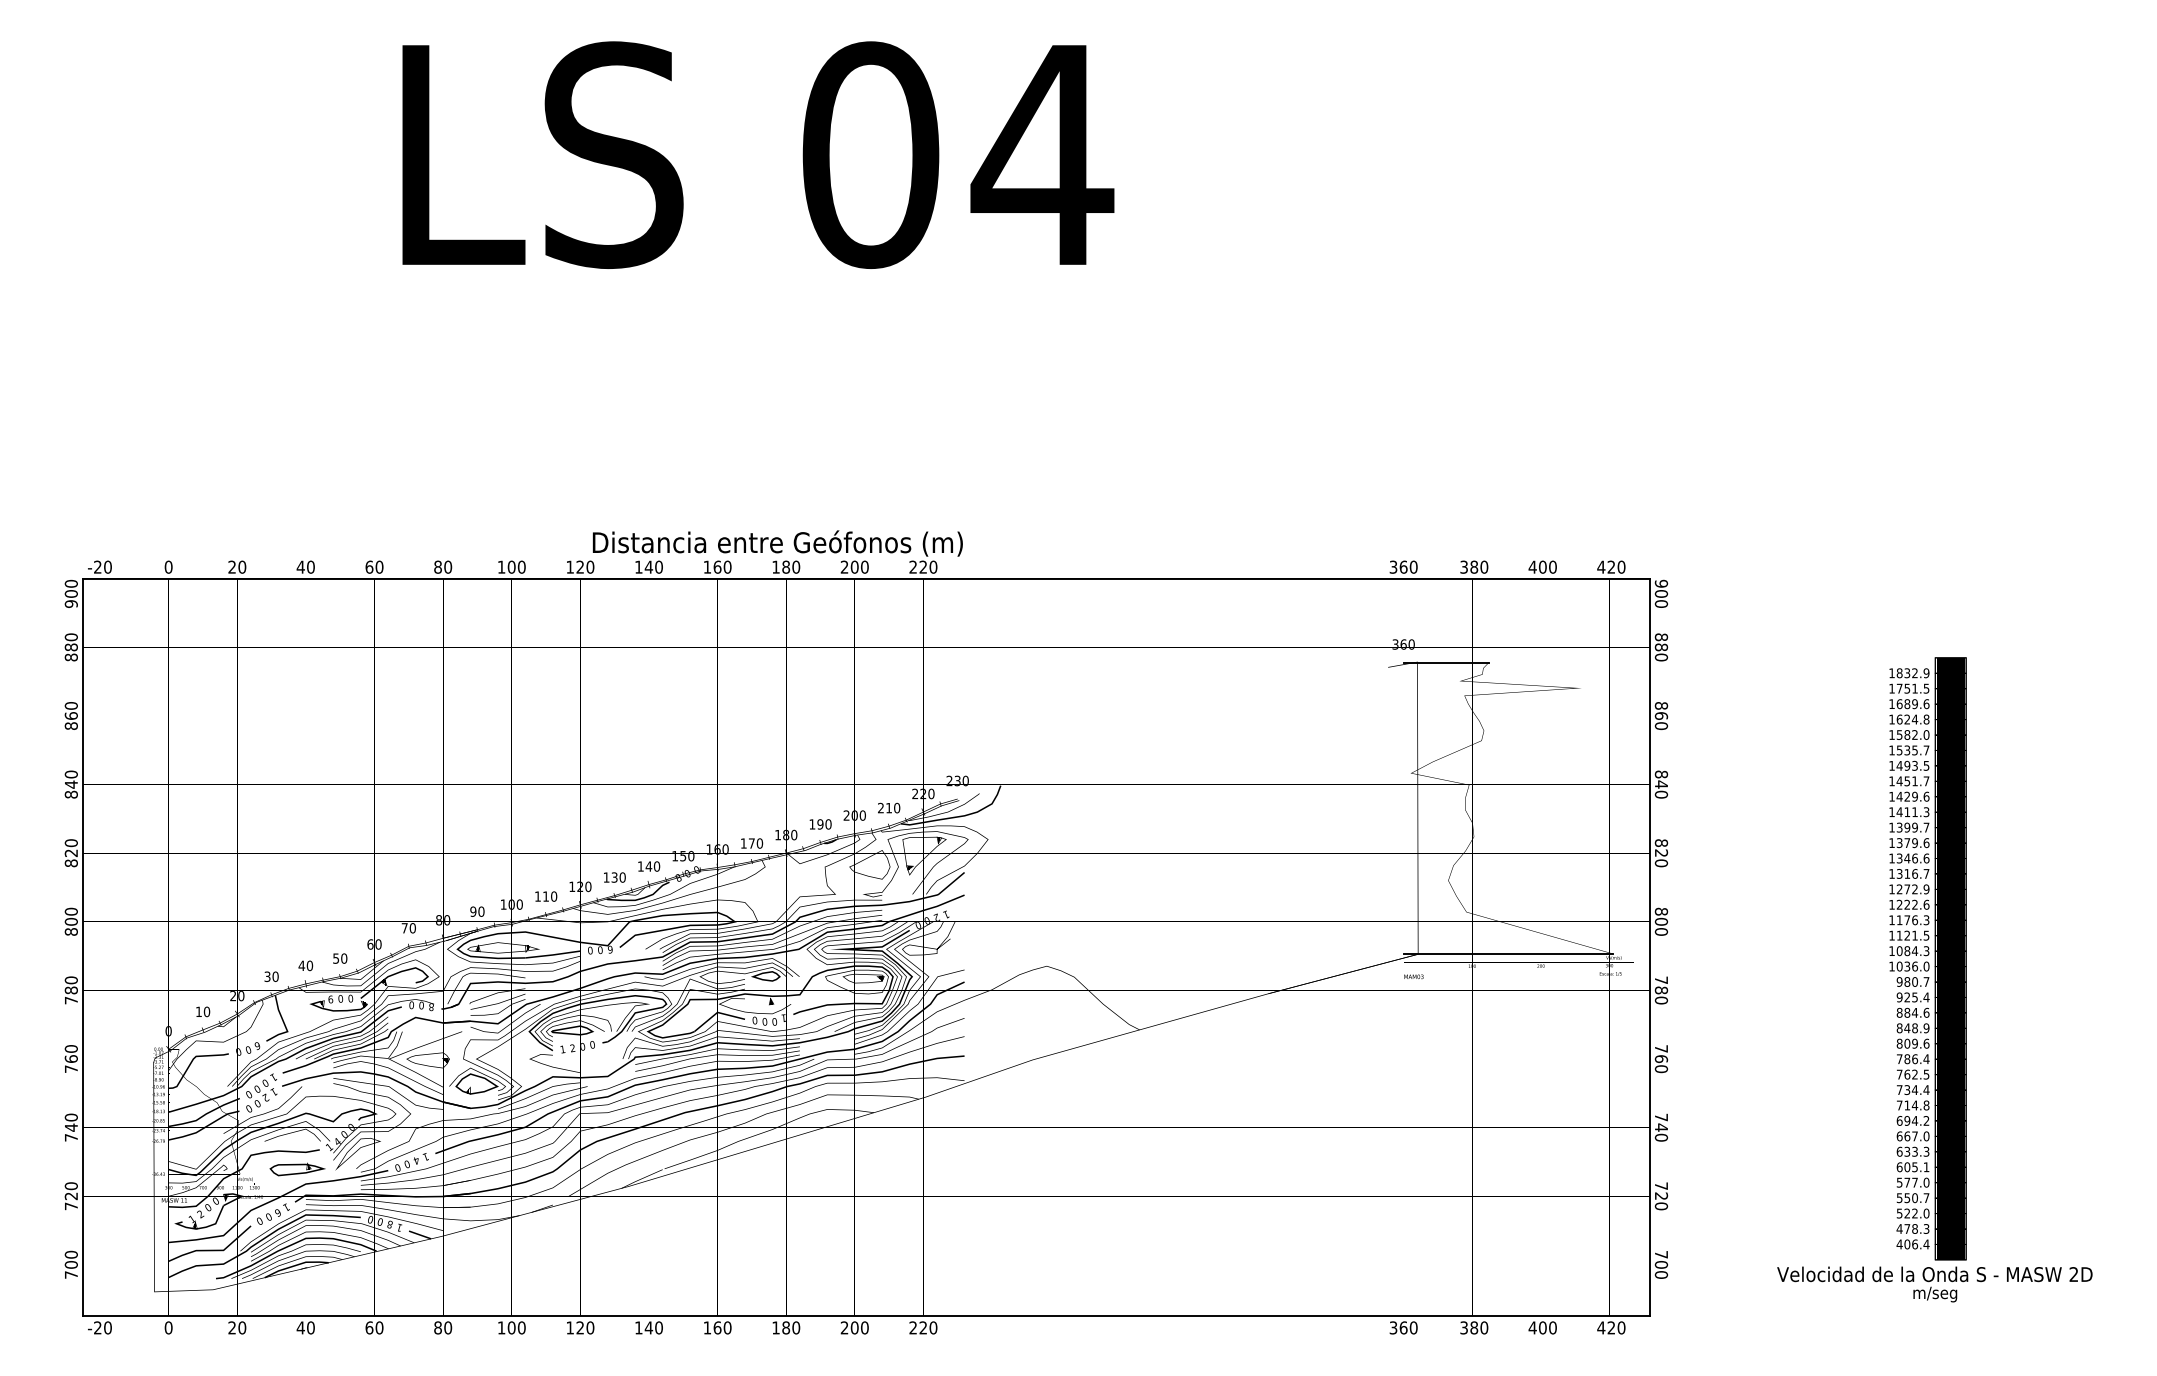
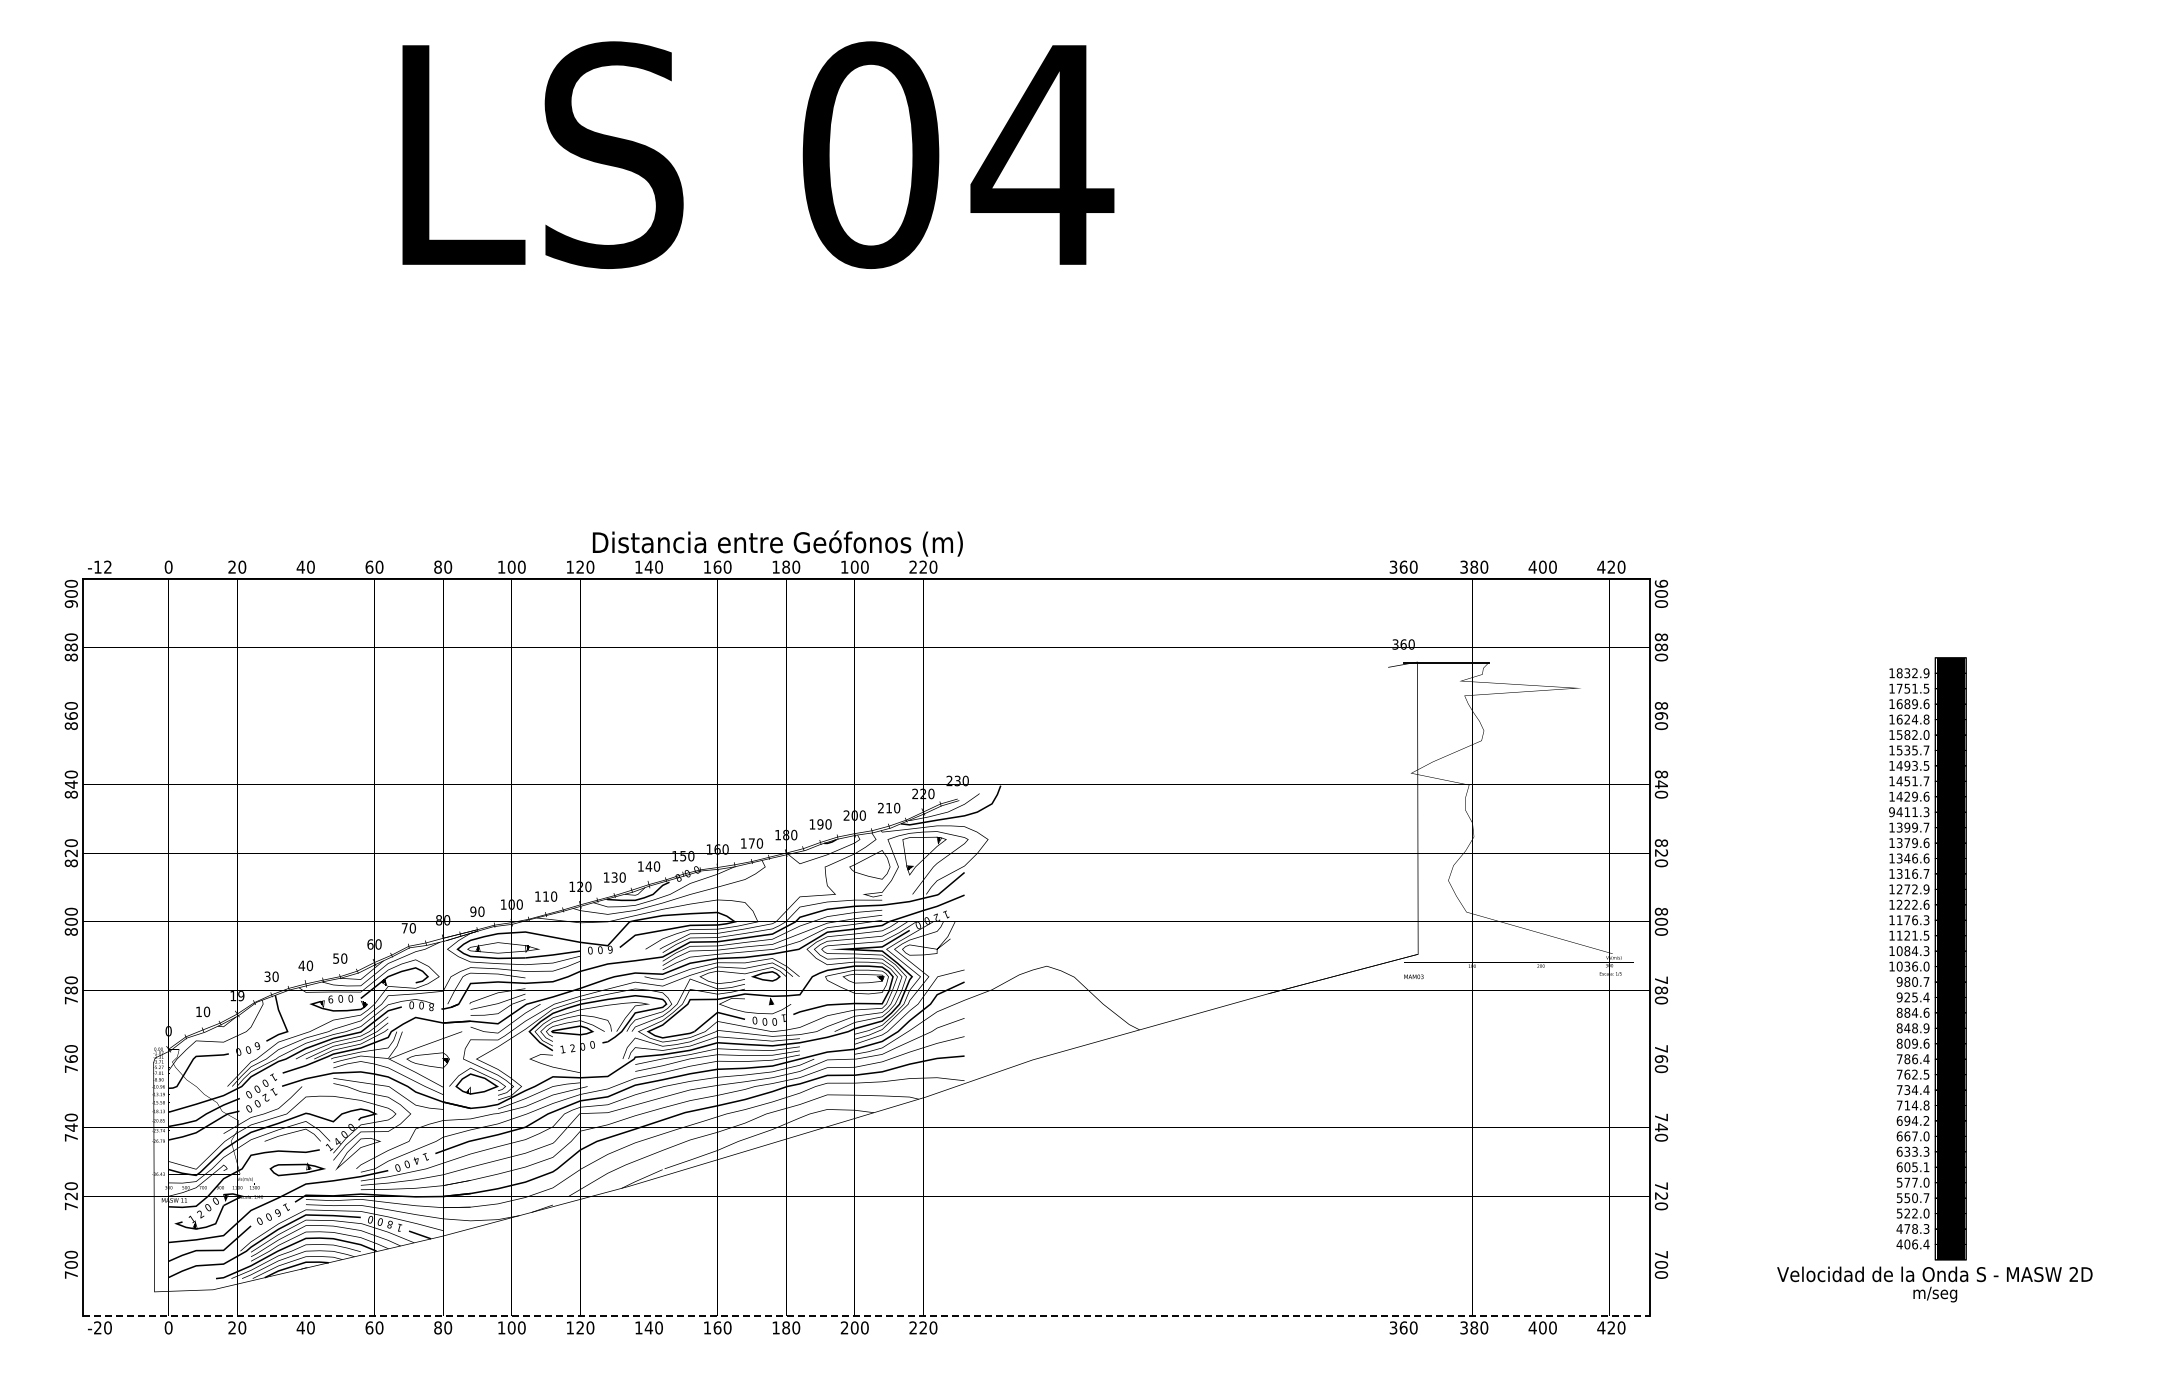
text at (102, 566): -20 -> -12
text at (844, 566): 200 -> 100
text at (1891, 812): 1411.3 -> 9411.3
line at (1507, 953): present -> none
text at (237, 996): 20 -> 19
line at (866, 1316): solid -> dashed
